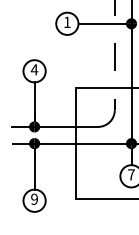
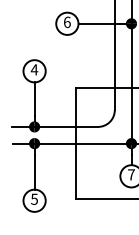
text at (67, 22): 1 -> 6
line at (114, 55): dashed -> solid
text at (34, 198): 9 -> 5
